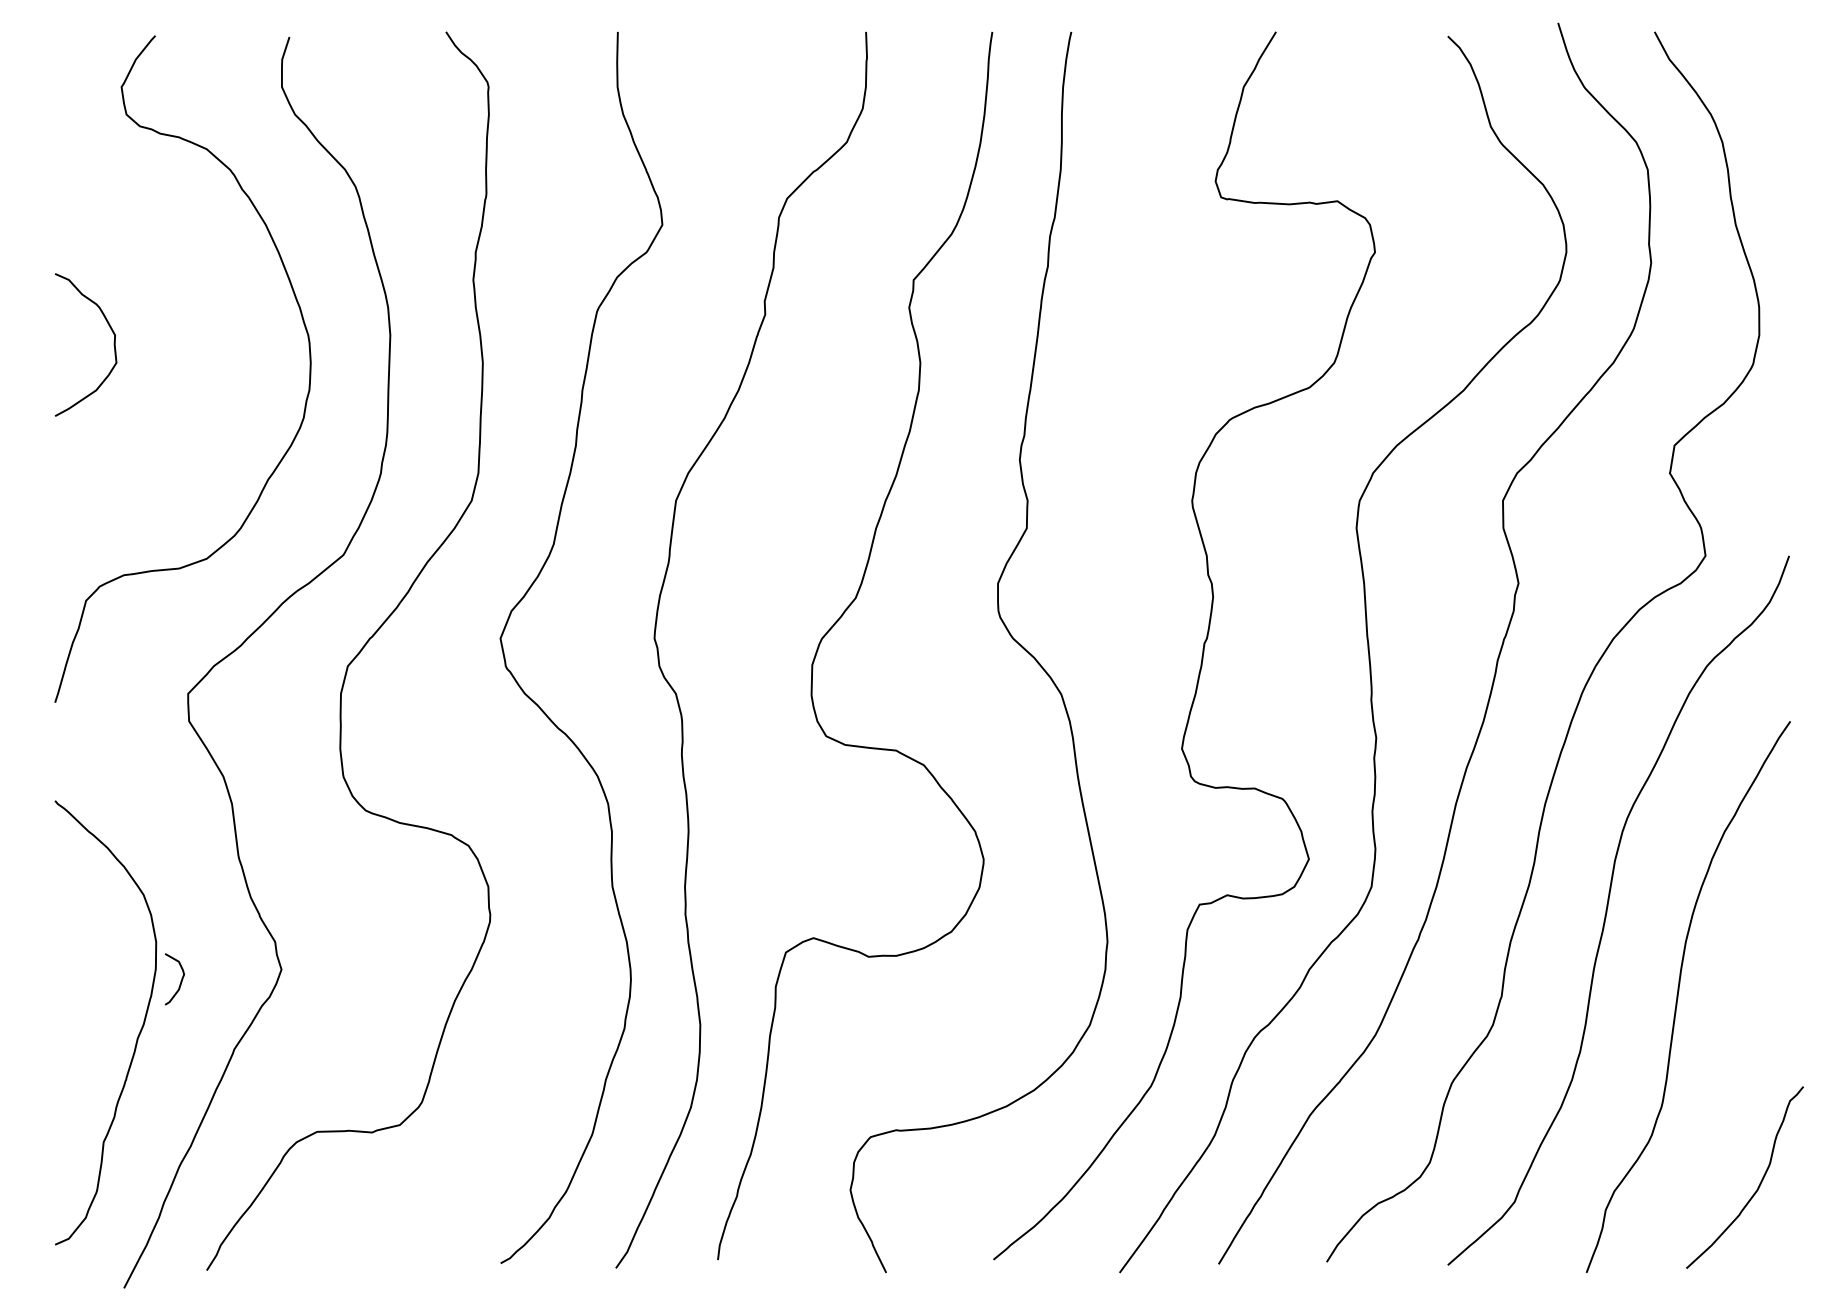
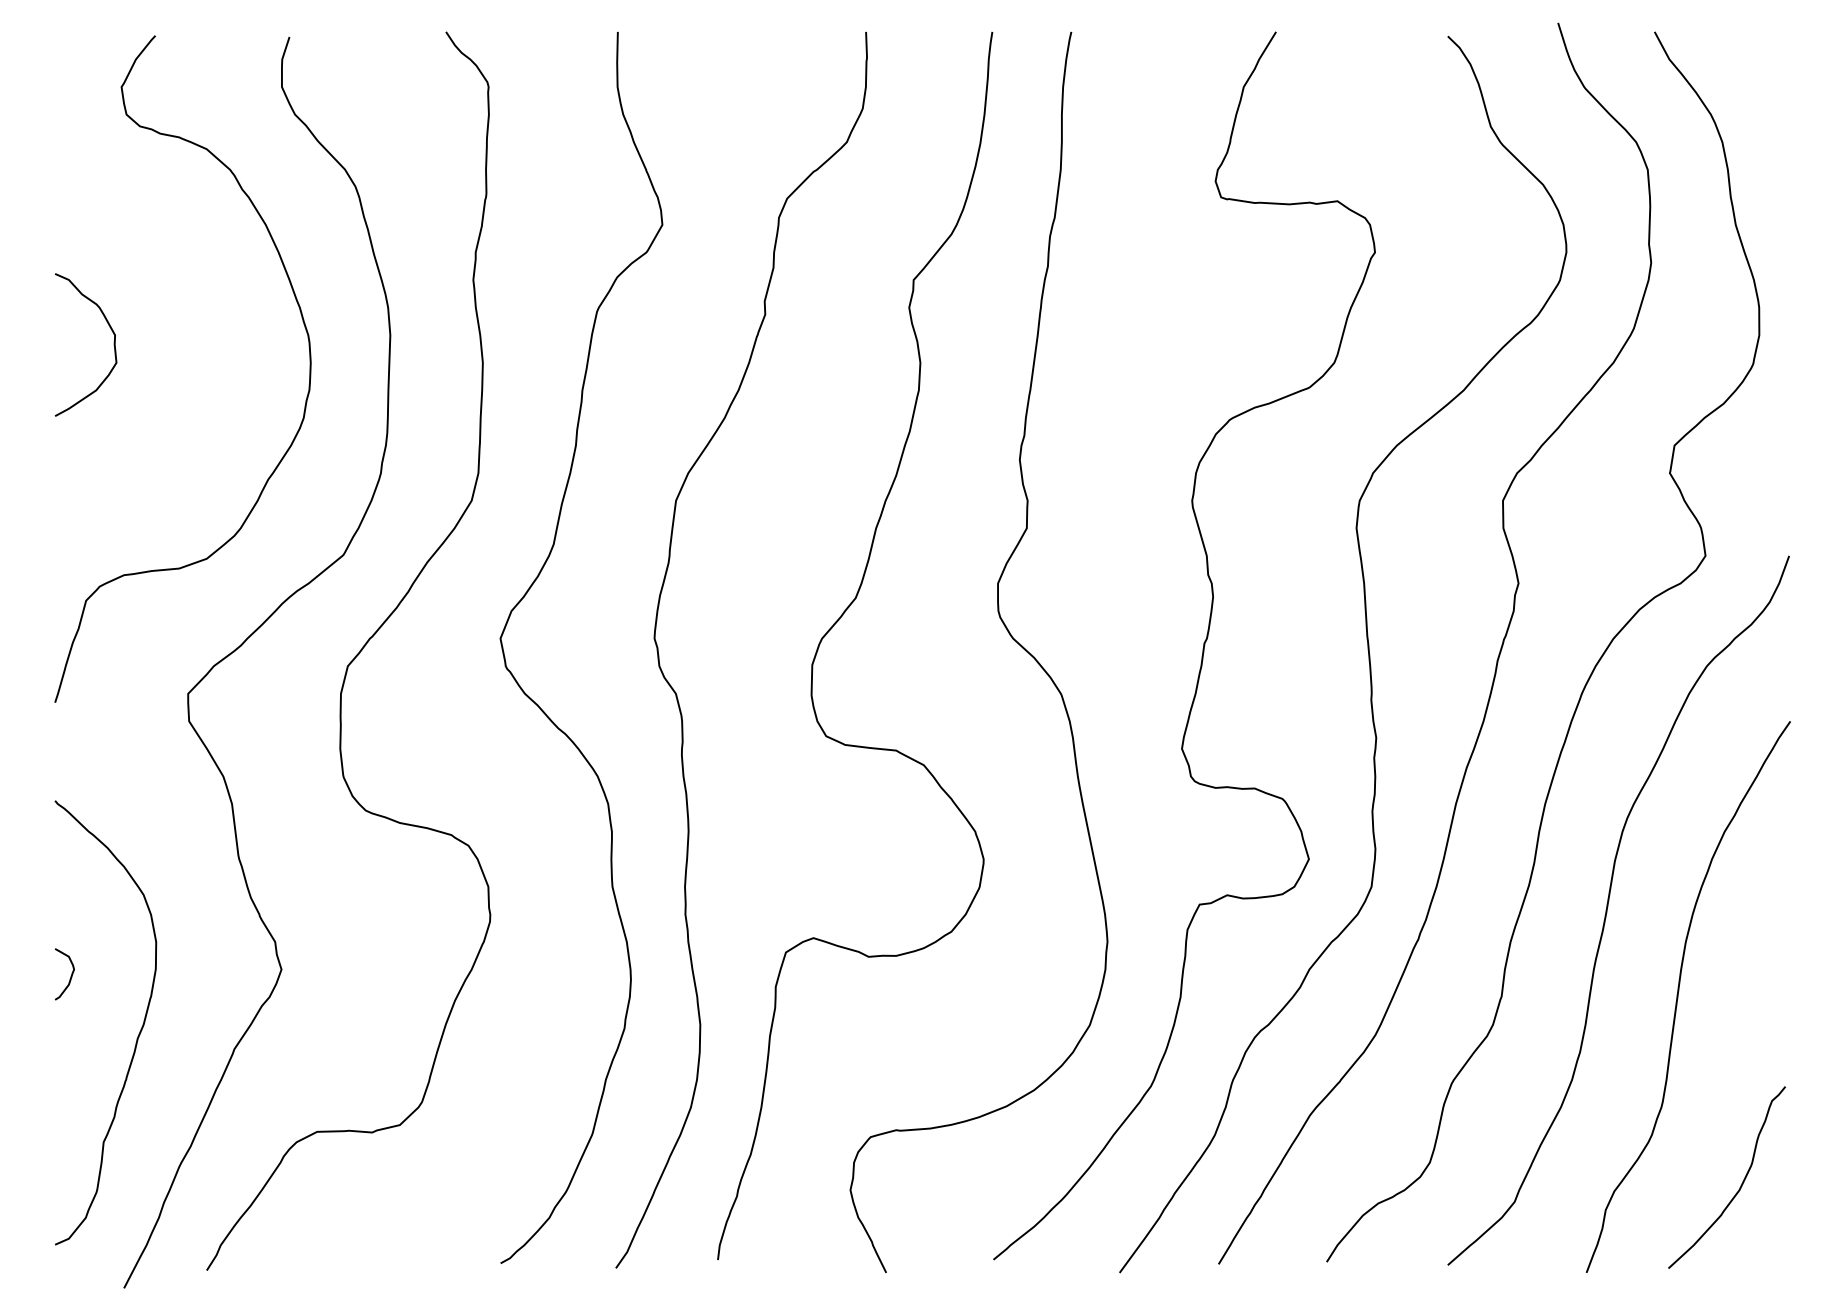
curve at (180, 981) position: (180, 981) -> (70, 976)
curve at (1758, 1185) position: (1758, 1185) -> (1740, 1185)
